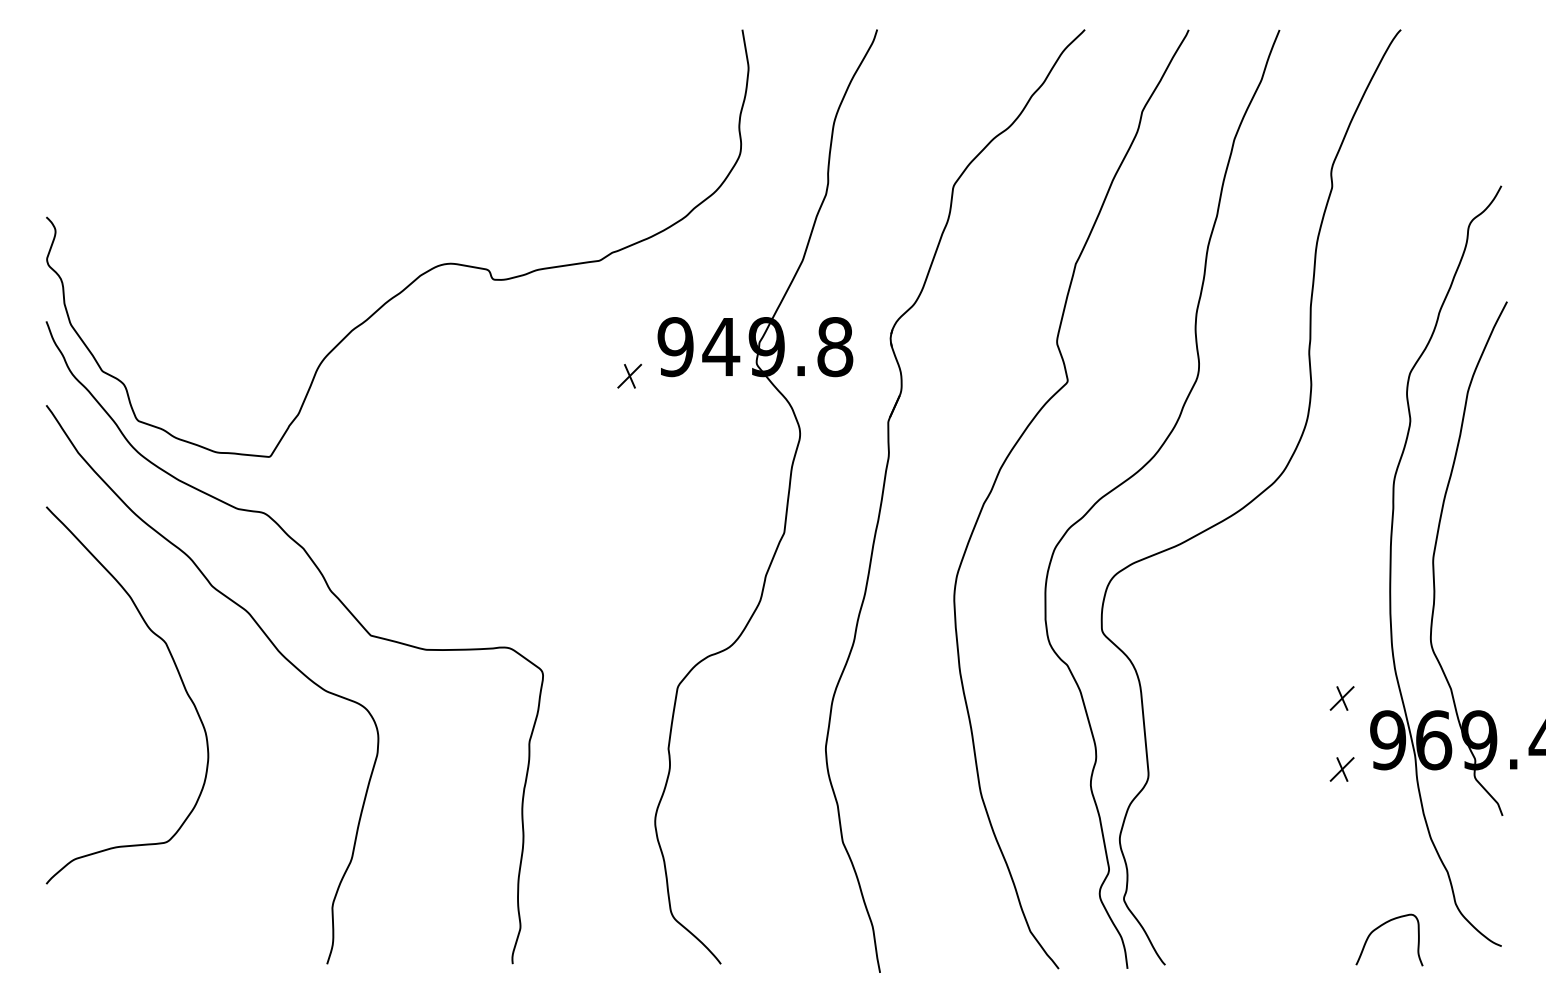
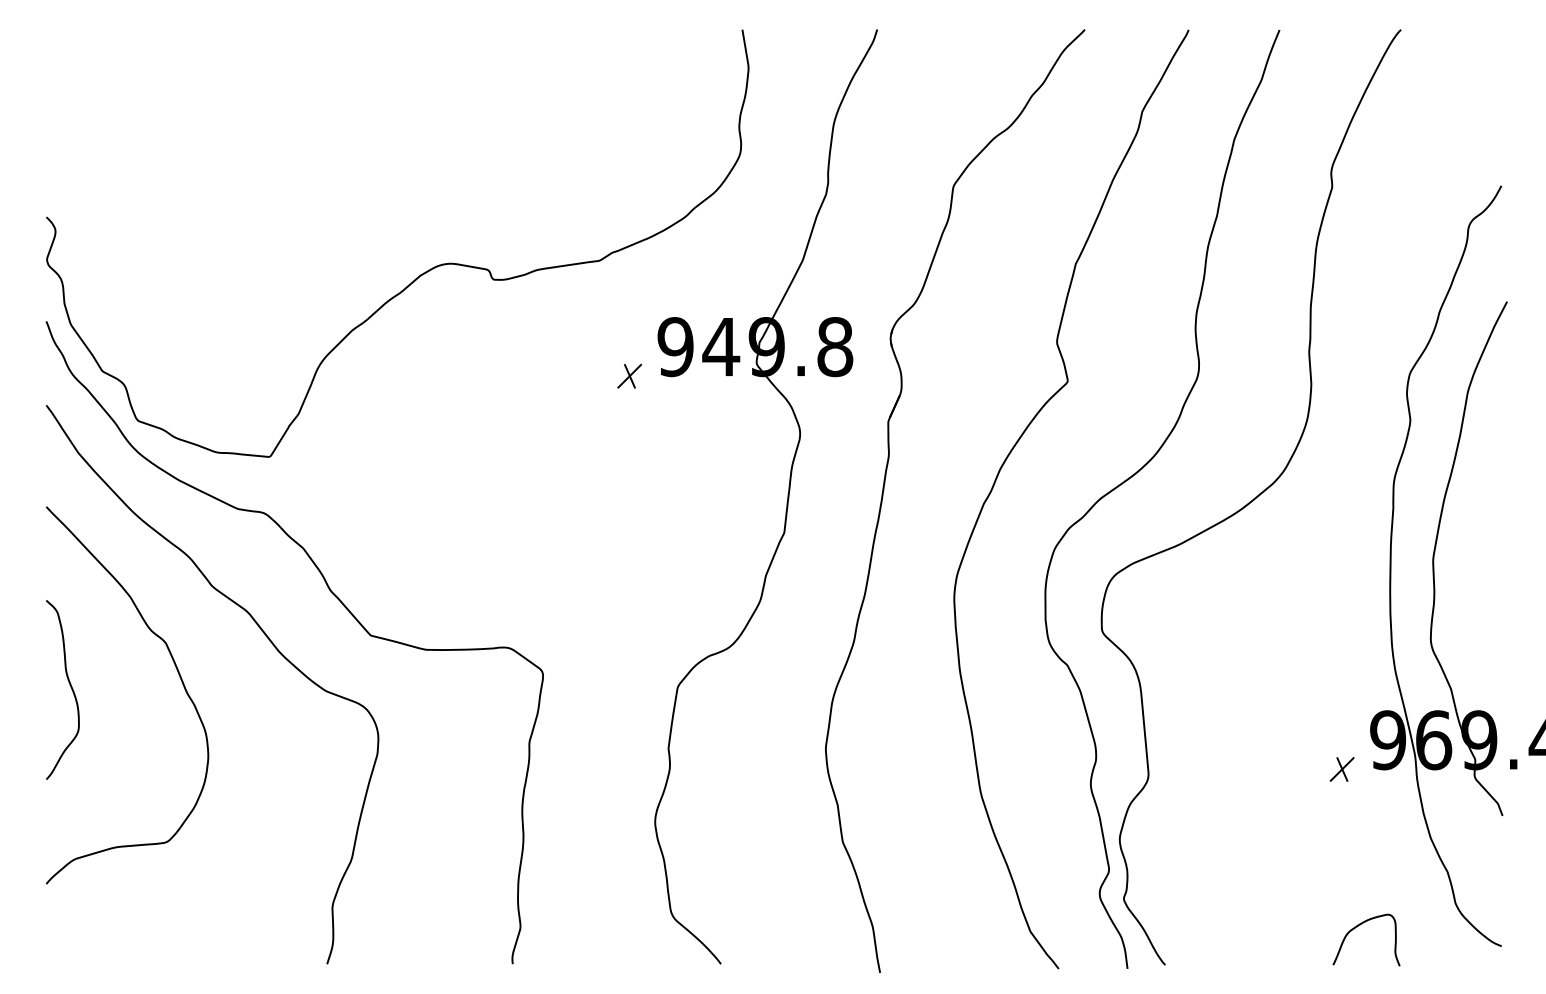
curve at (69, 685): none -> present
part at (1341, 698): present -> none
curve at (1380, 927) position: (1380, 927) -> (1357, 927)
